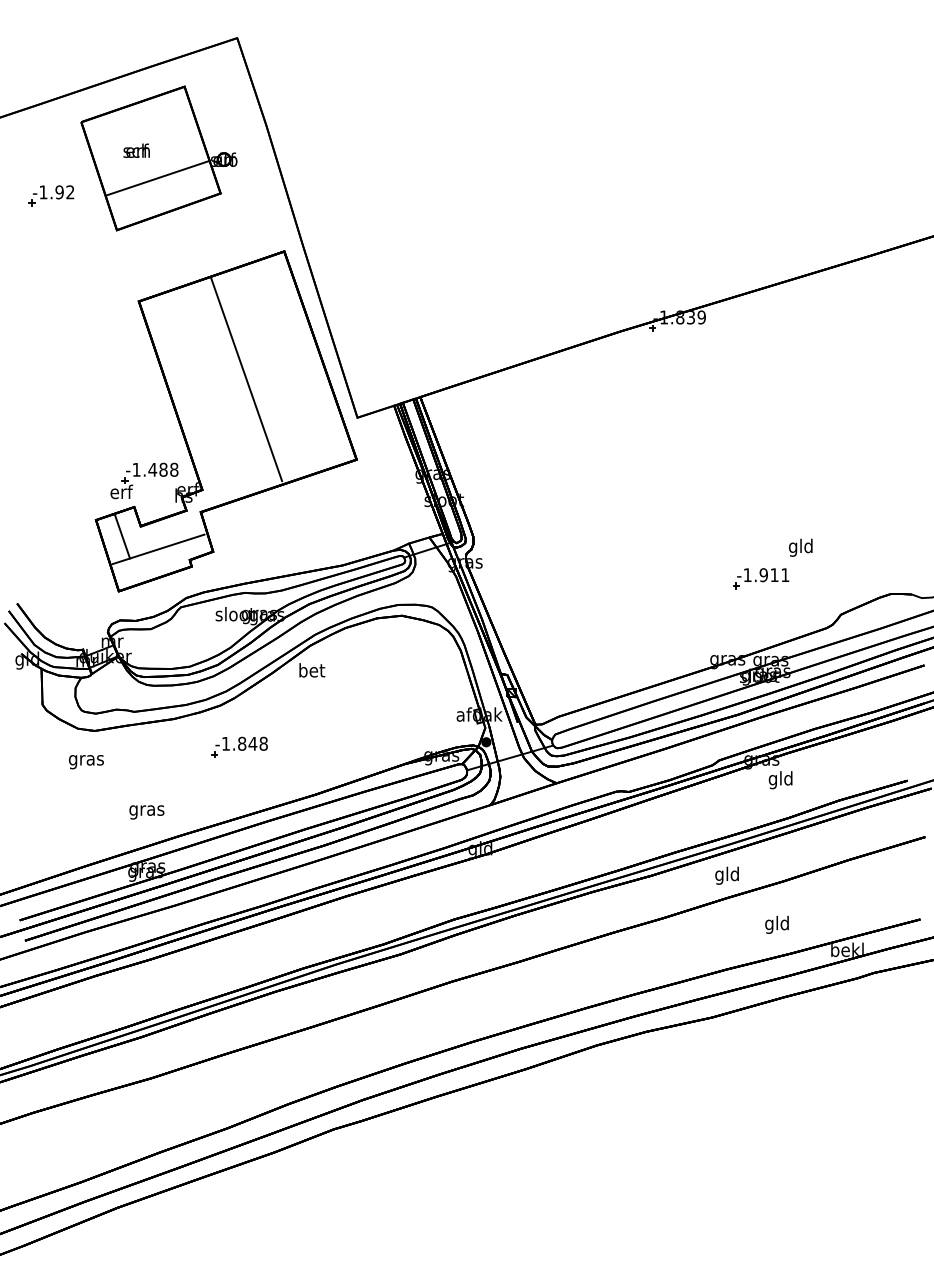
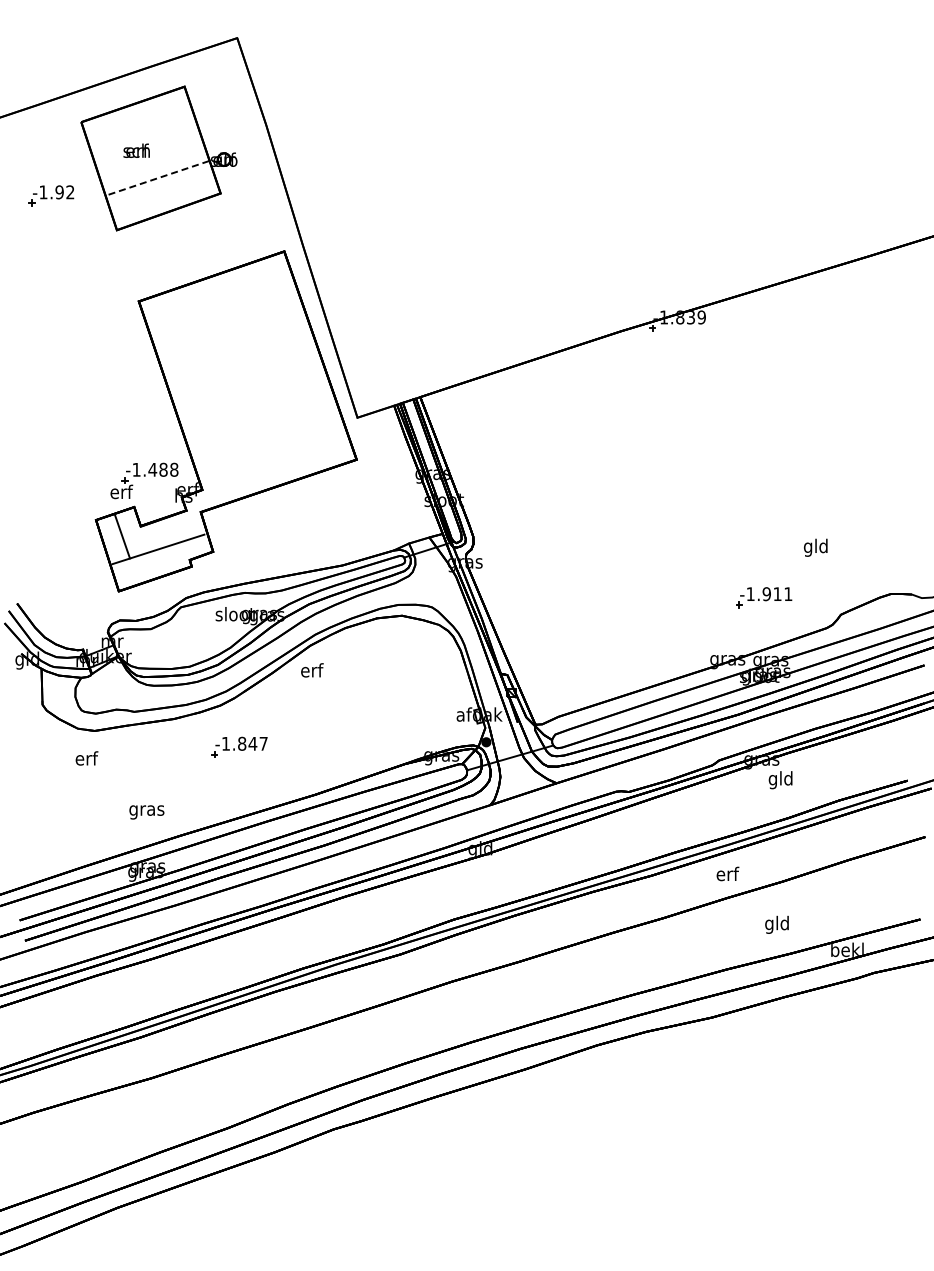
line at (157, 178): solid -> dashed
line at (246, 379): present -> none
text at (800, 547) position: (800, 547) -> (815, 547)
part at (761, 578) position: (761, 578) -> (764, 597)
text at (312, 670): bet -> erf
text at (263, 743): -1.848 -> -1.847
text at (86, 760): gras -> erf
text at (727, 875): gld -> erf
